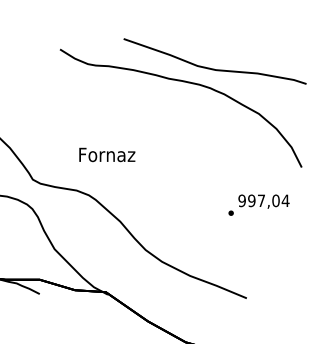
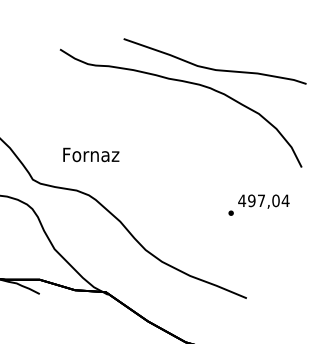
text at (107, 154) position: (107, 154) -> (91, 154)
text at (242, 200): 997,04 -> 497,04
